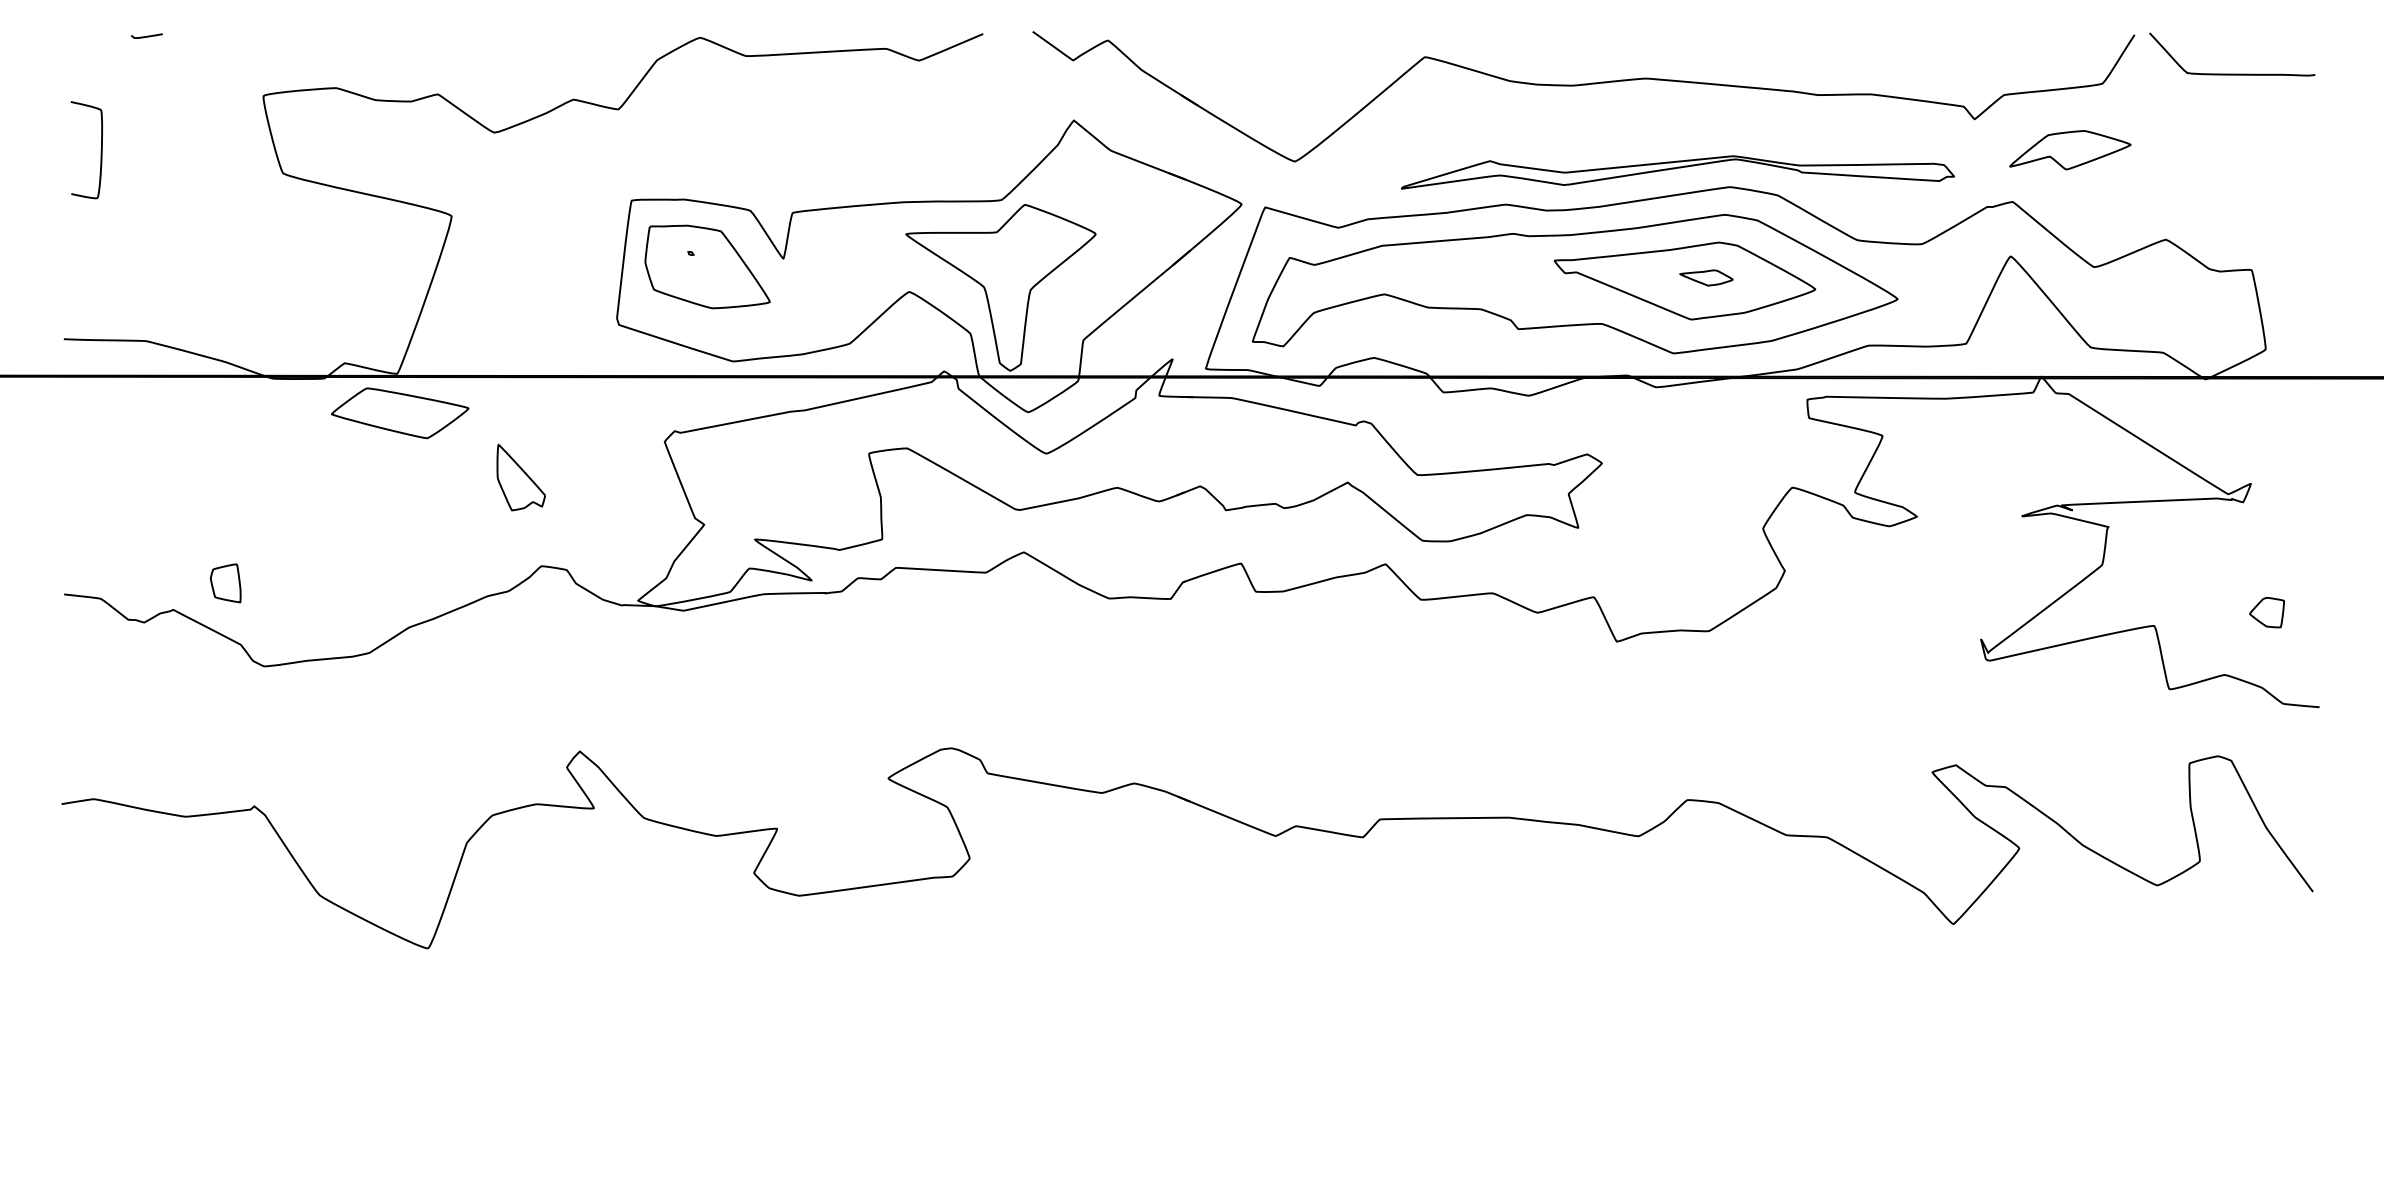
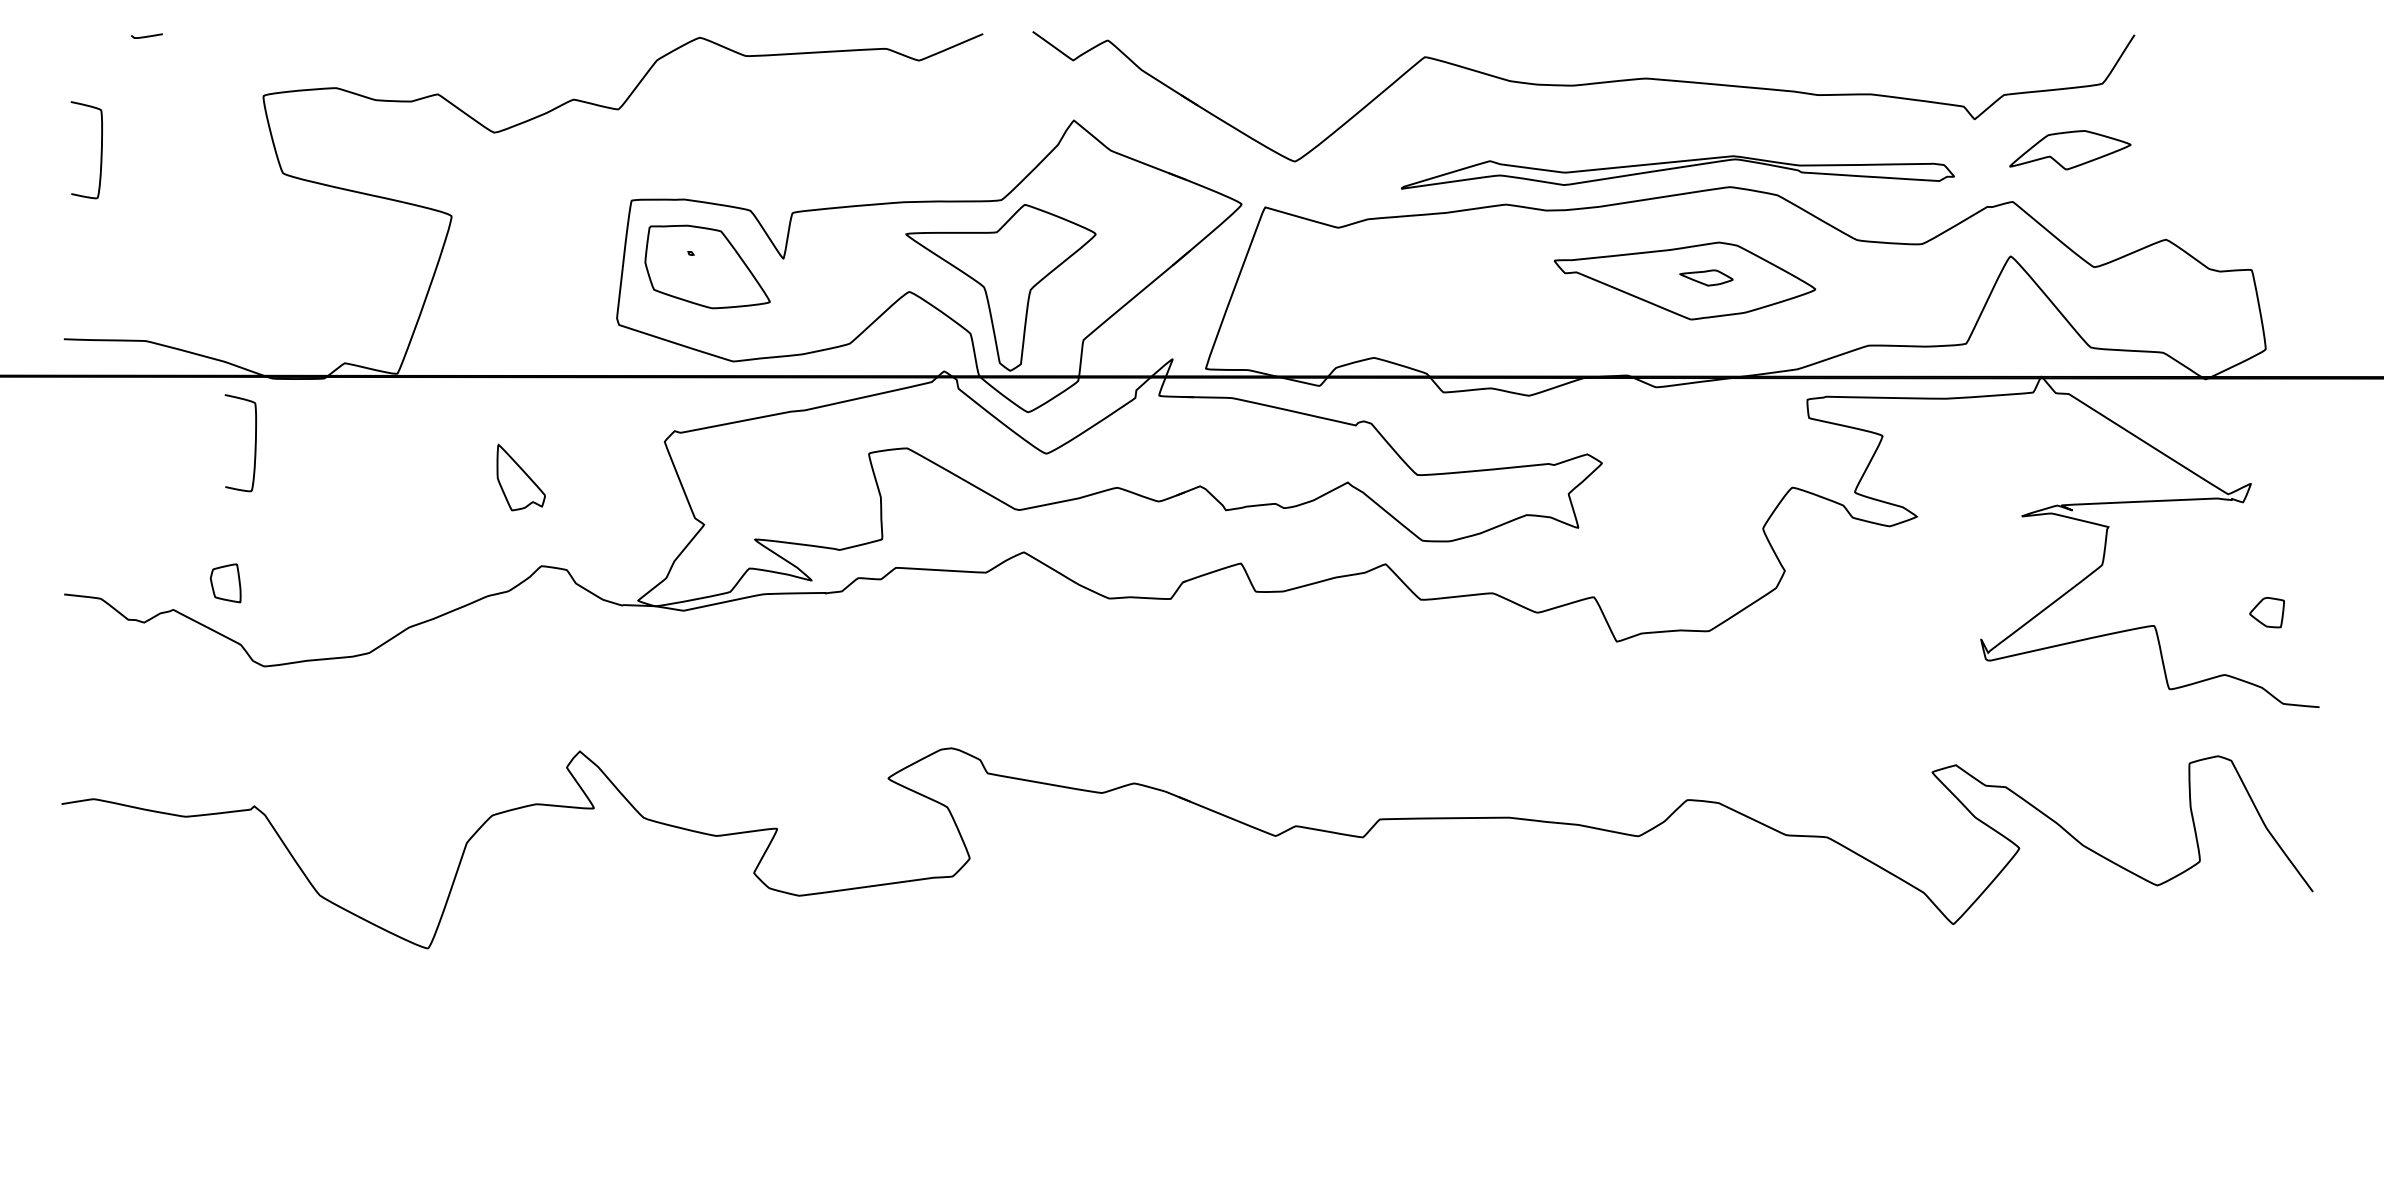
curve at (2232, 73): present -> none
part at (1574, 284): present -> none
part at (400, 413): present -> none
curve at (254, 443): none -> present
